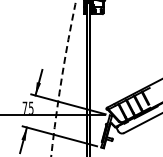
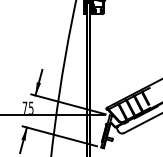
arc at (61, 78): dashed -> solid
